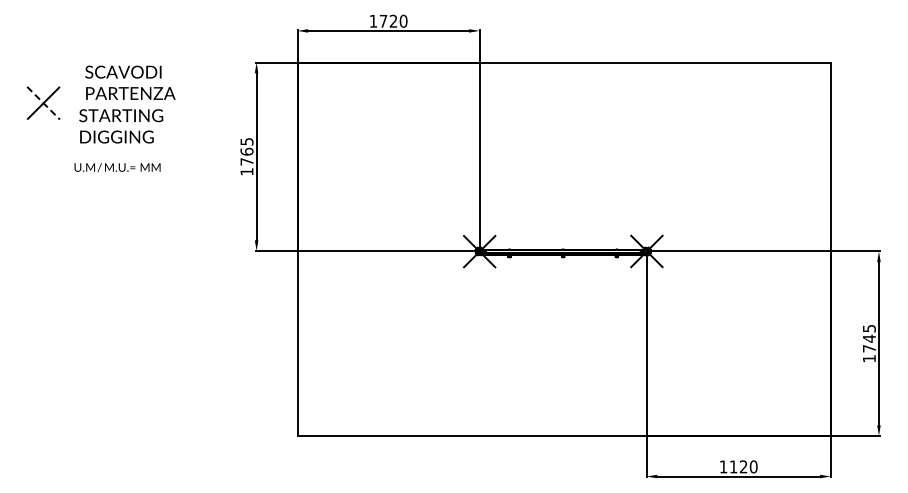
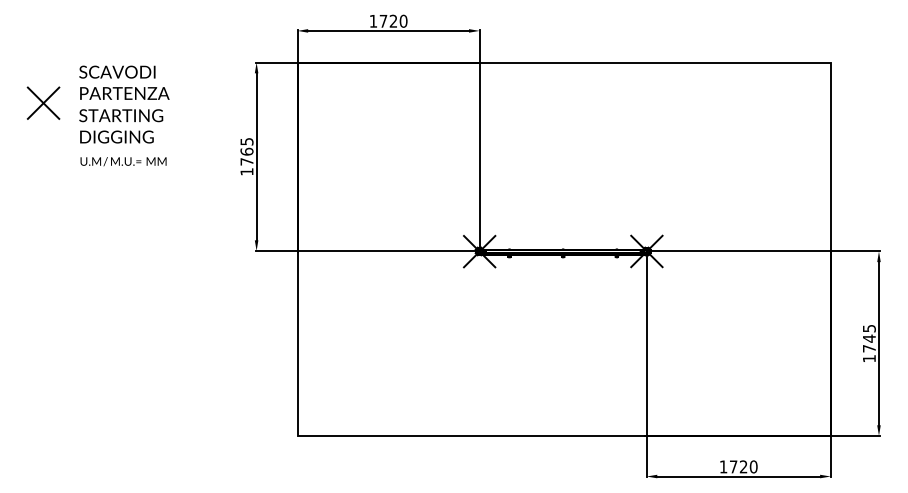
text at (130, 82) position: (130, 82) -> (124, 82)
line at (43, 103): dashed -> solid
text at (117, 167) position: (117, 167) -> (123, 161)
text at (733, 466): 1120 -> 1720
